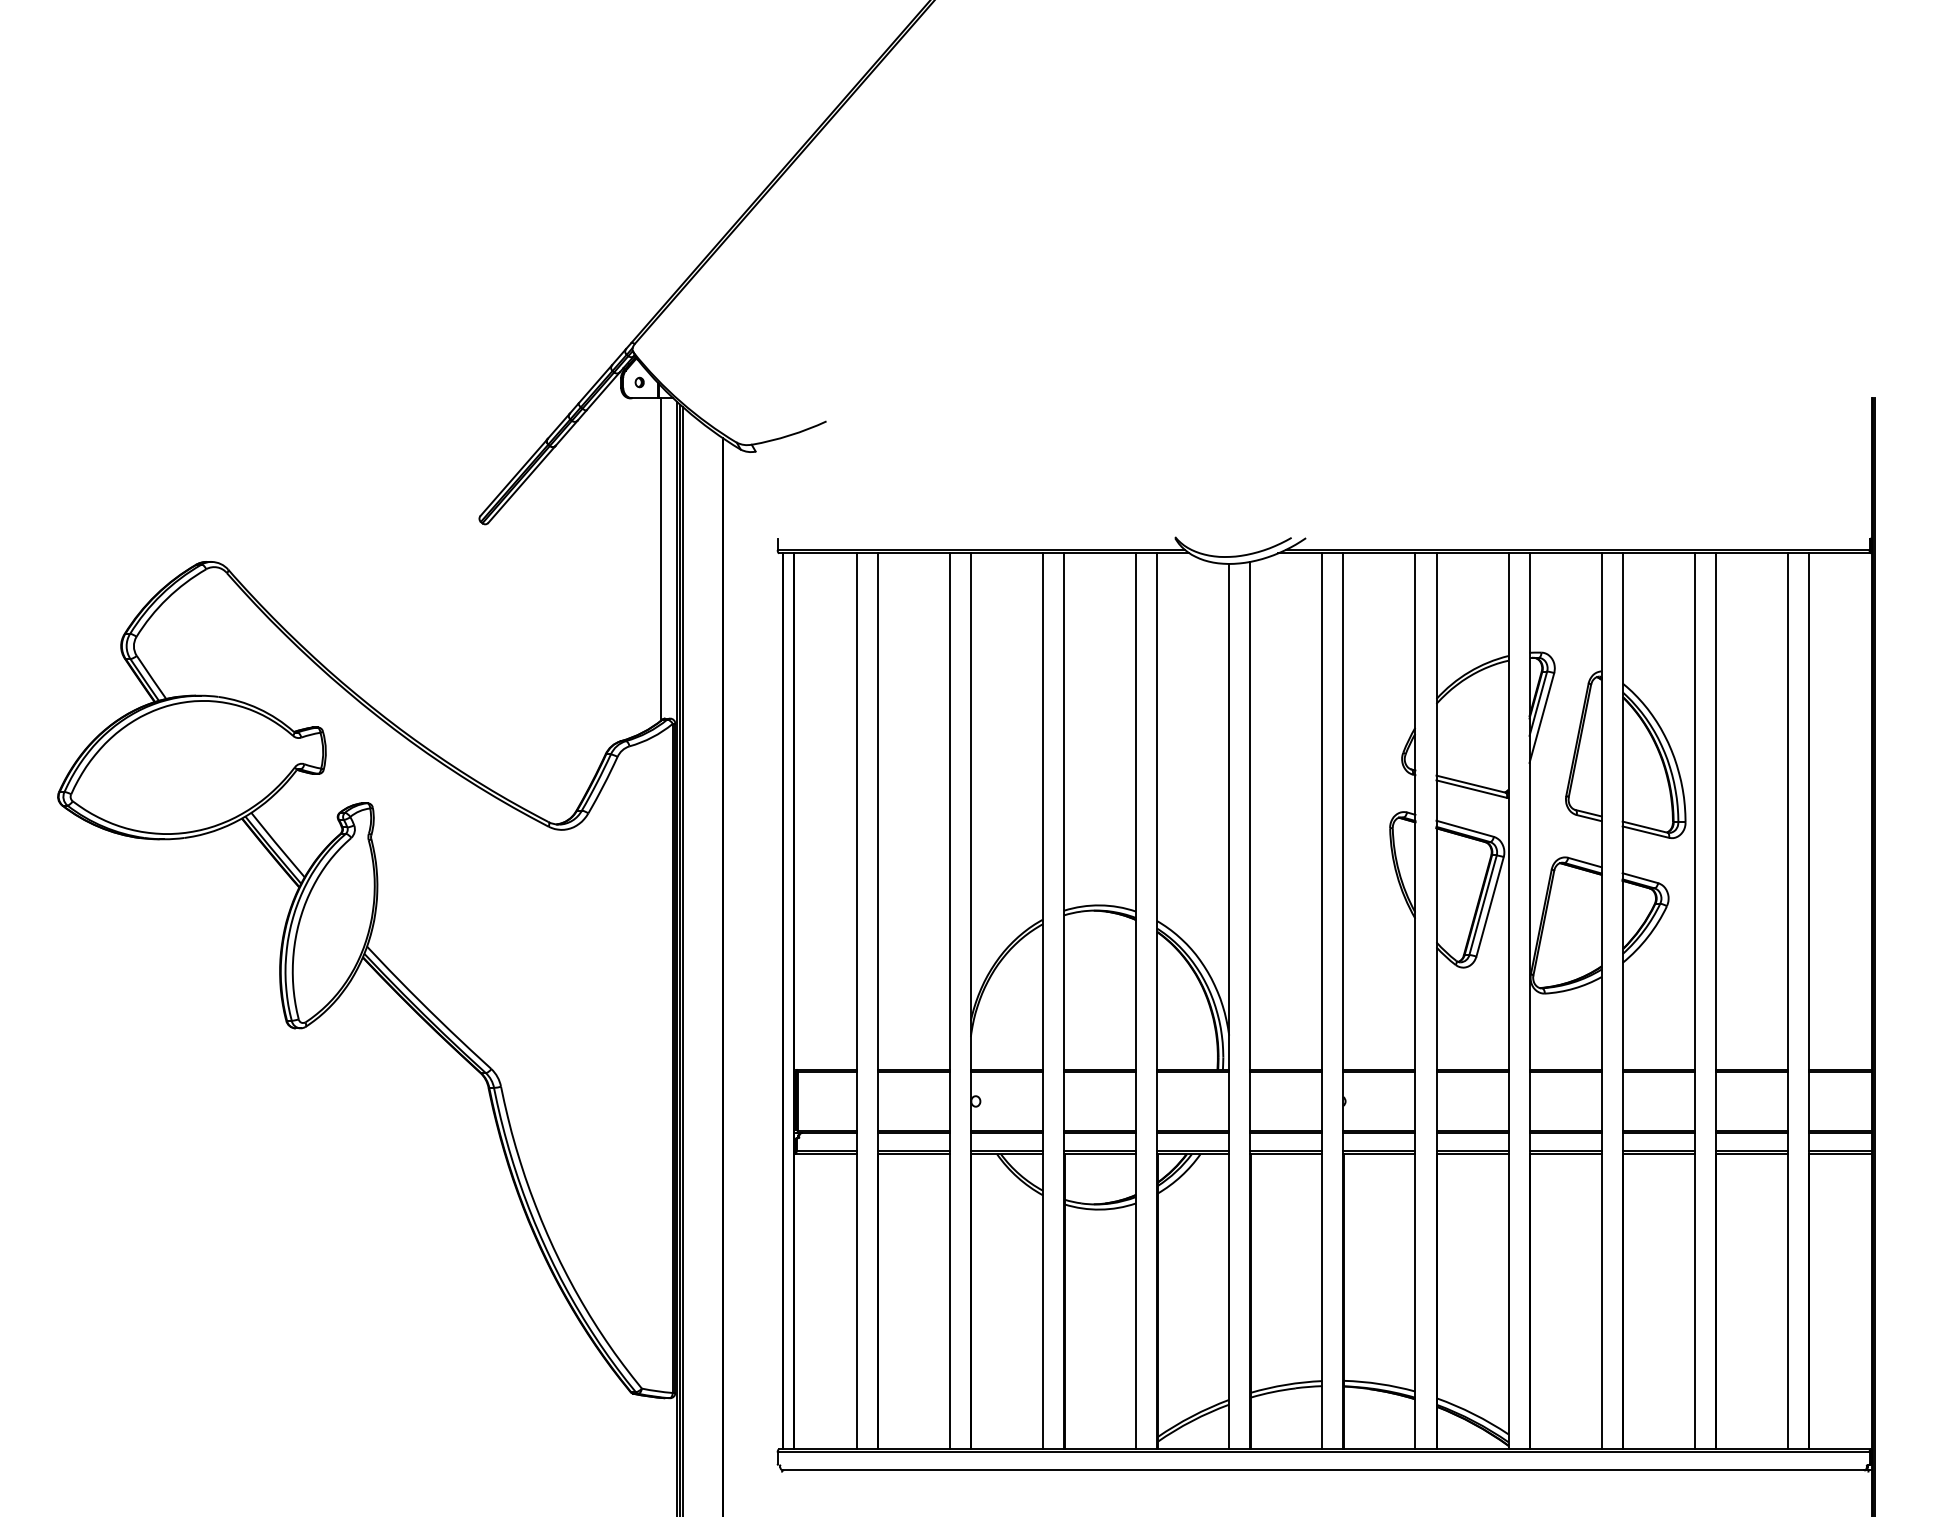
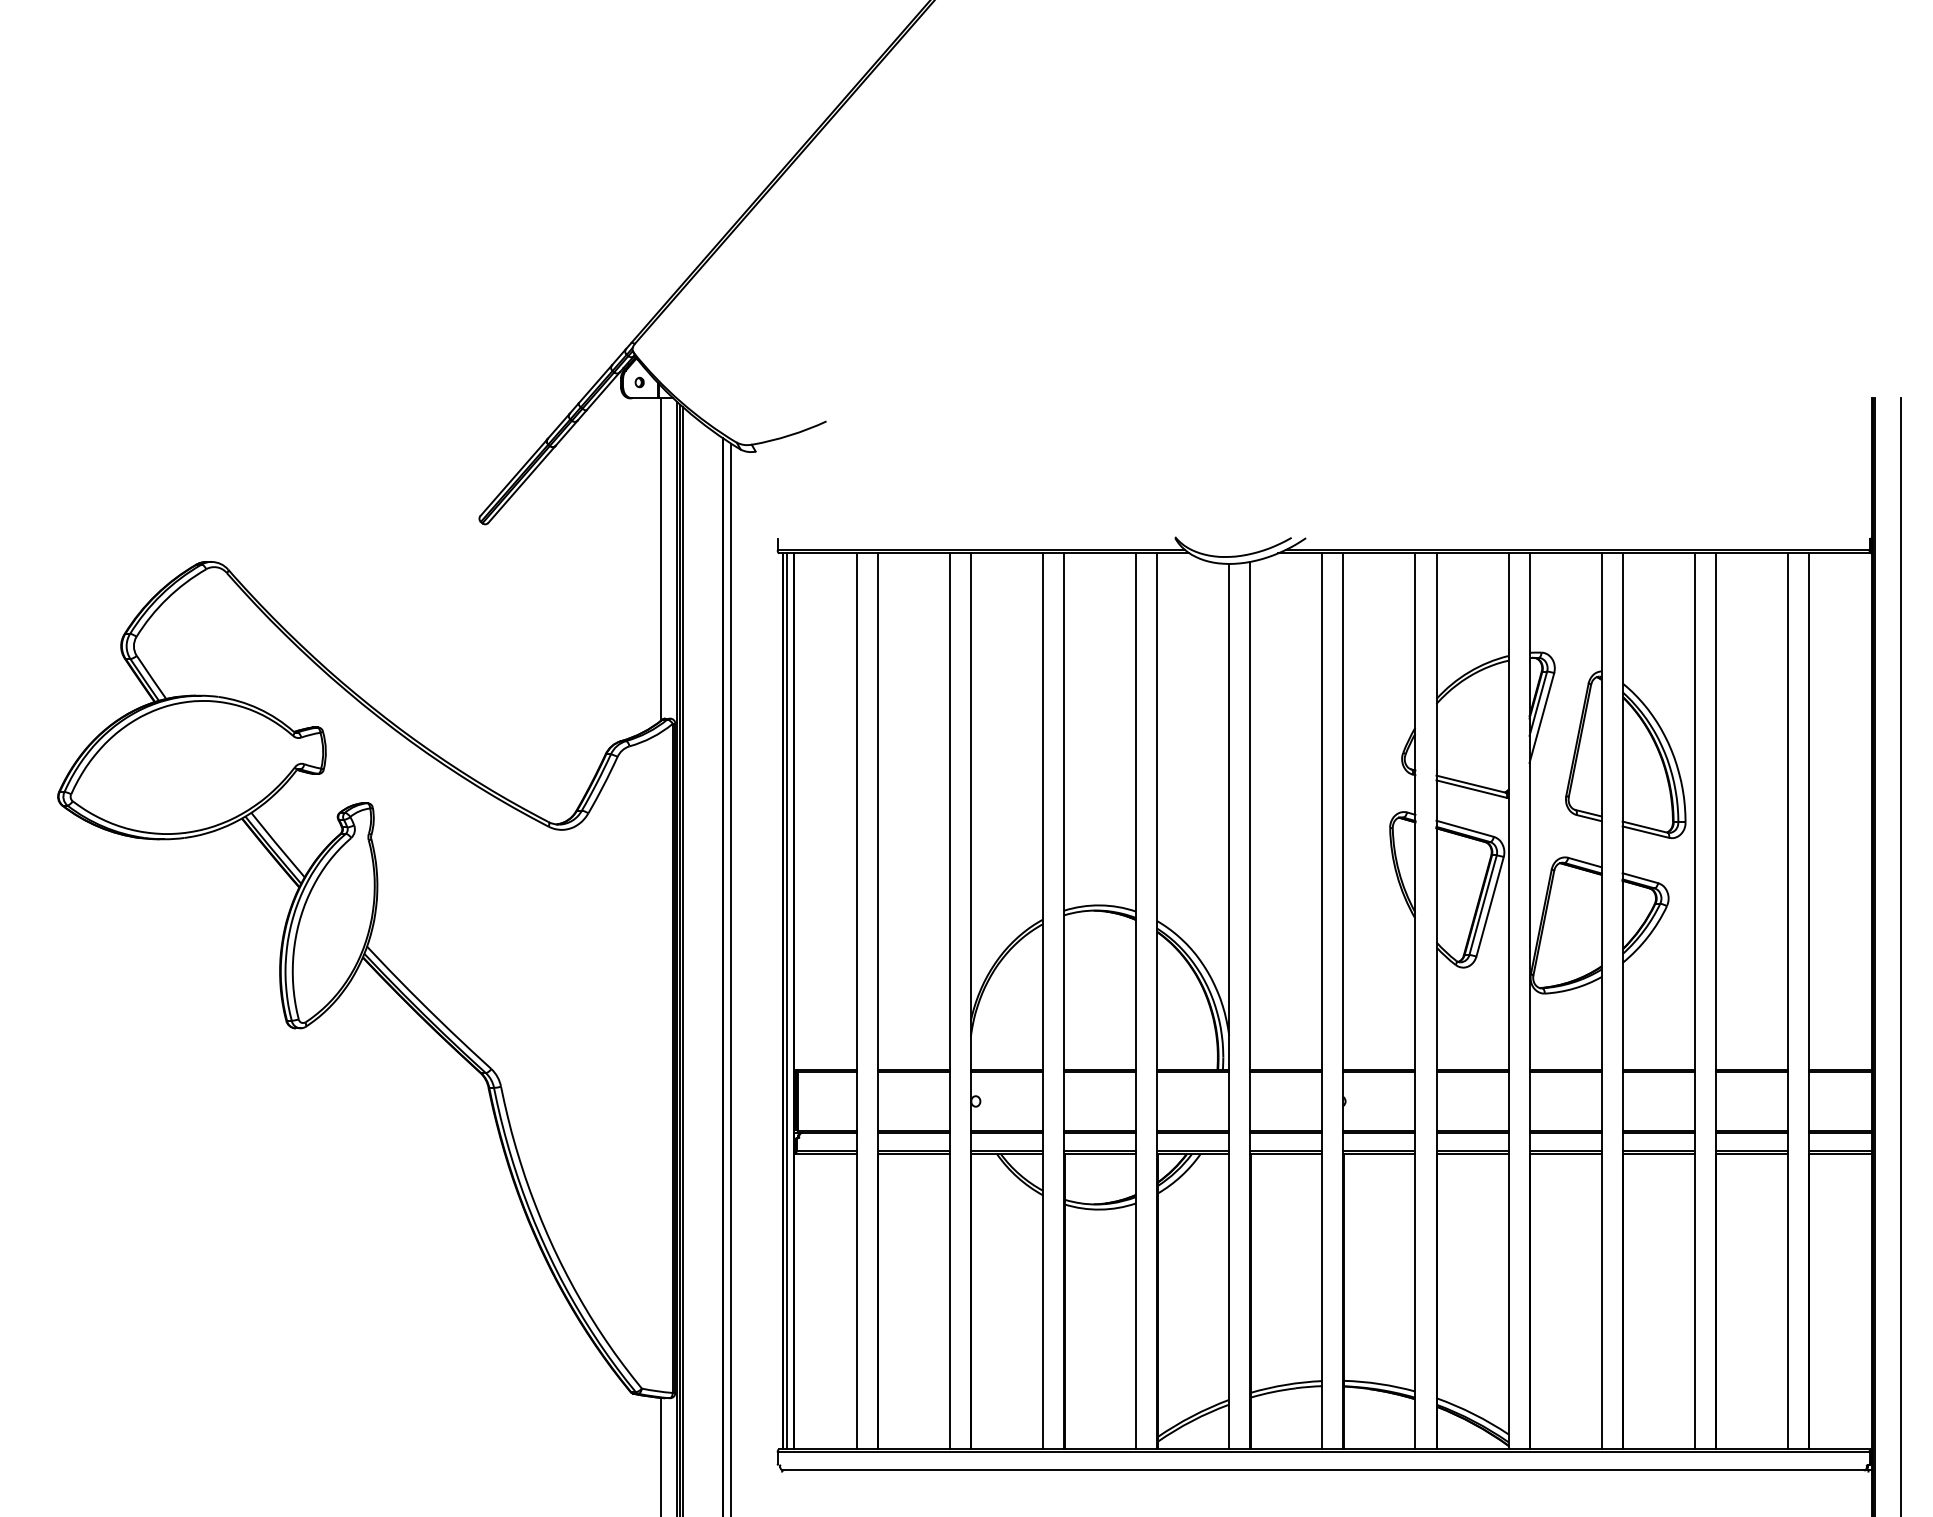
line at (1900, 955): none -> present
line at (731, 978): none -> present
line at (787, 1001): none -> present
line at (660, 1455): none -> present
